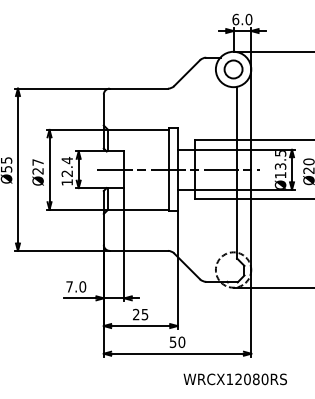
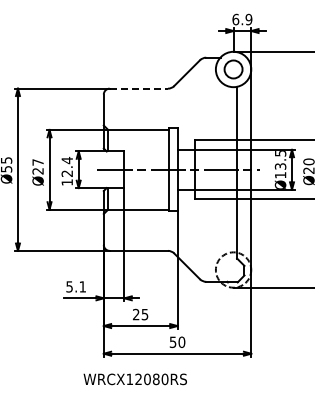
text at (248, 19): 6.0 -> 6.9
line at (139, 88): solid -> dashed
text at (76, 286): 7.0 -> 5.1
text at (234, 379) position: (234, 379) -> (134, 379)
